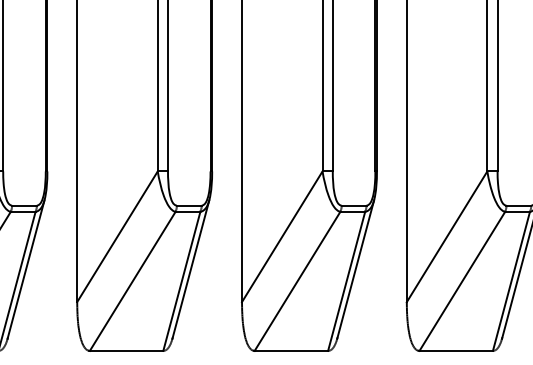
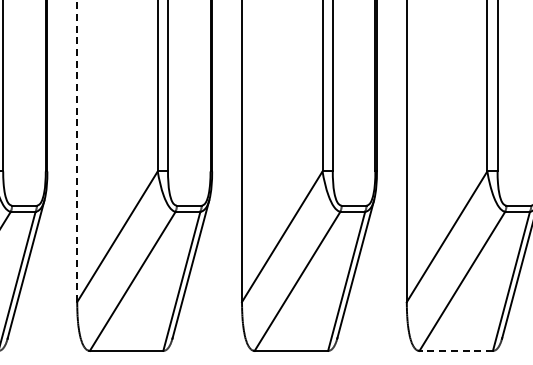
line at (77, 151): solid -> dashed
line at (456, 350): solid -> dashed
